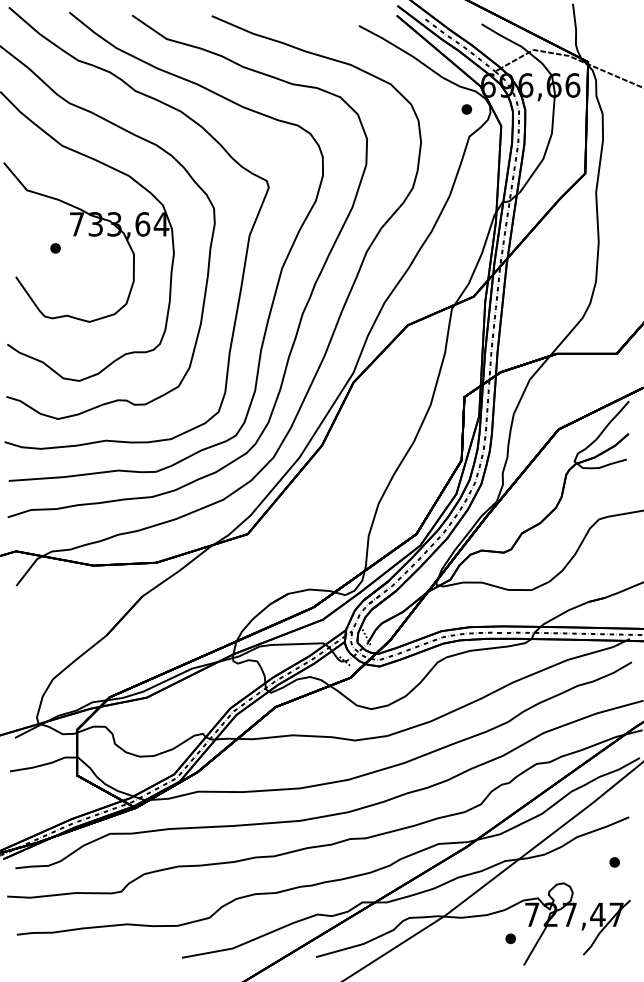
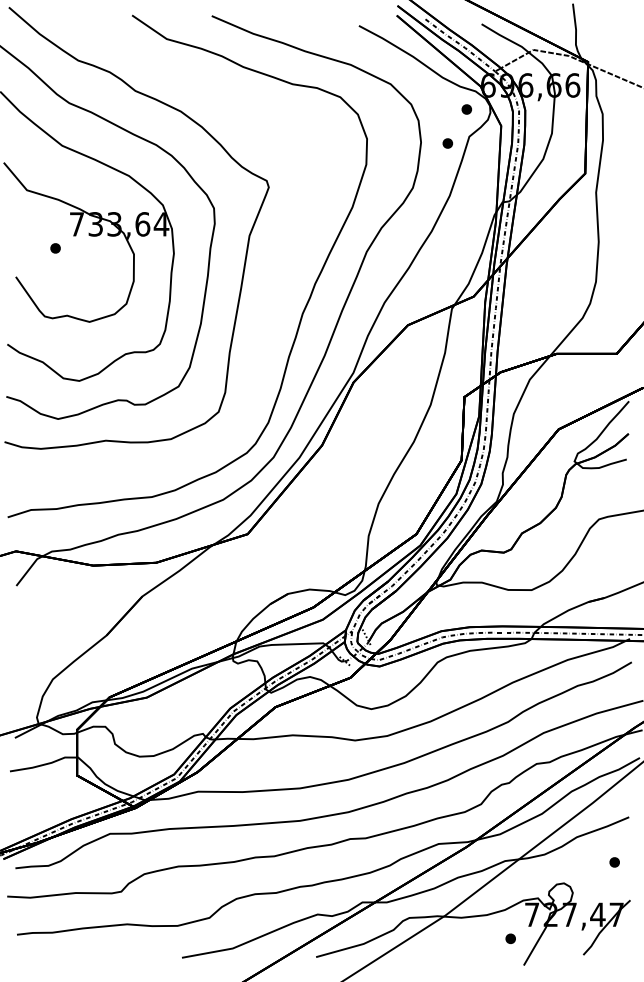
part at (447, 143): none -> present
curve at (279, 273): present -> none
